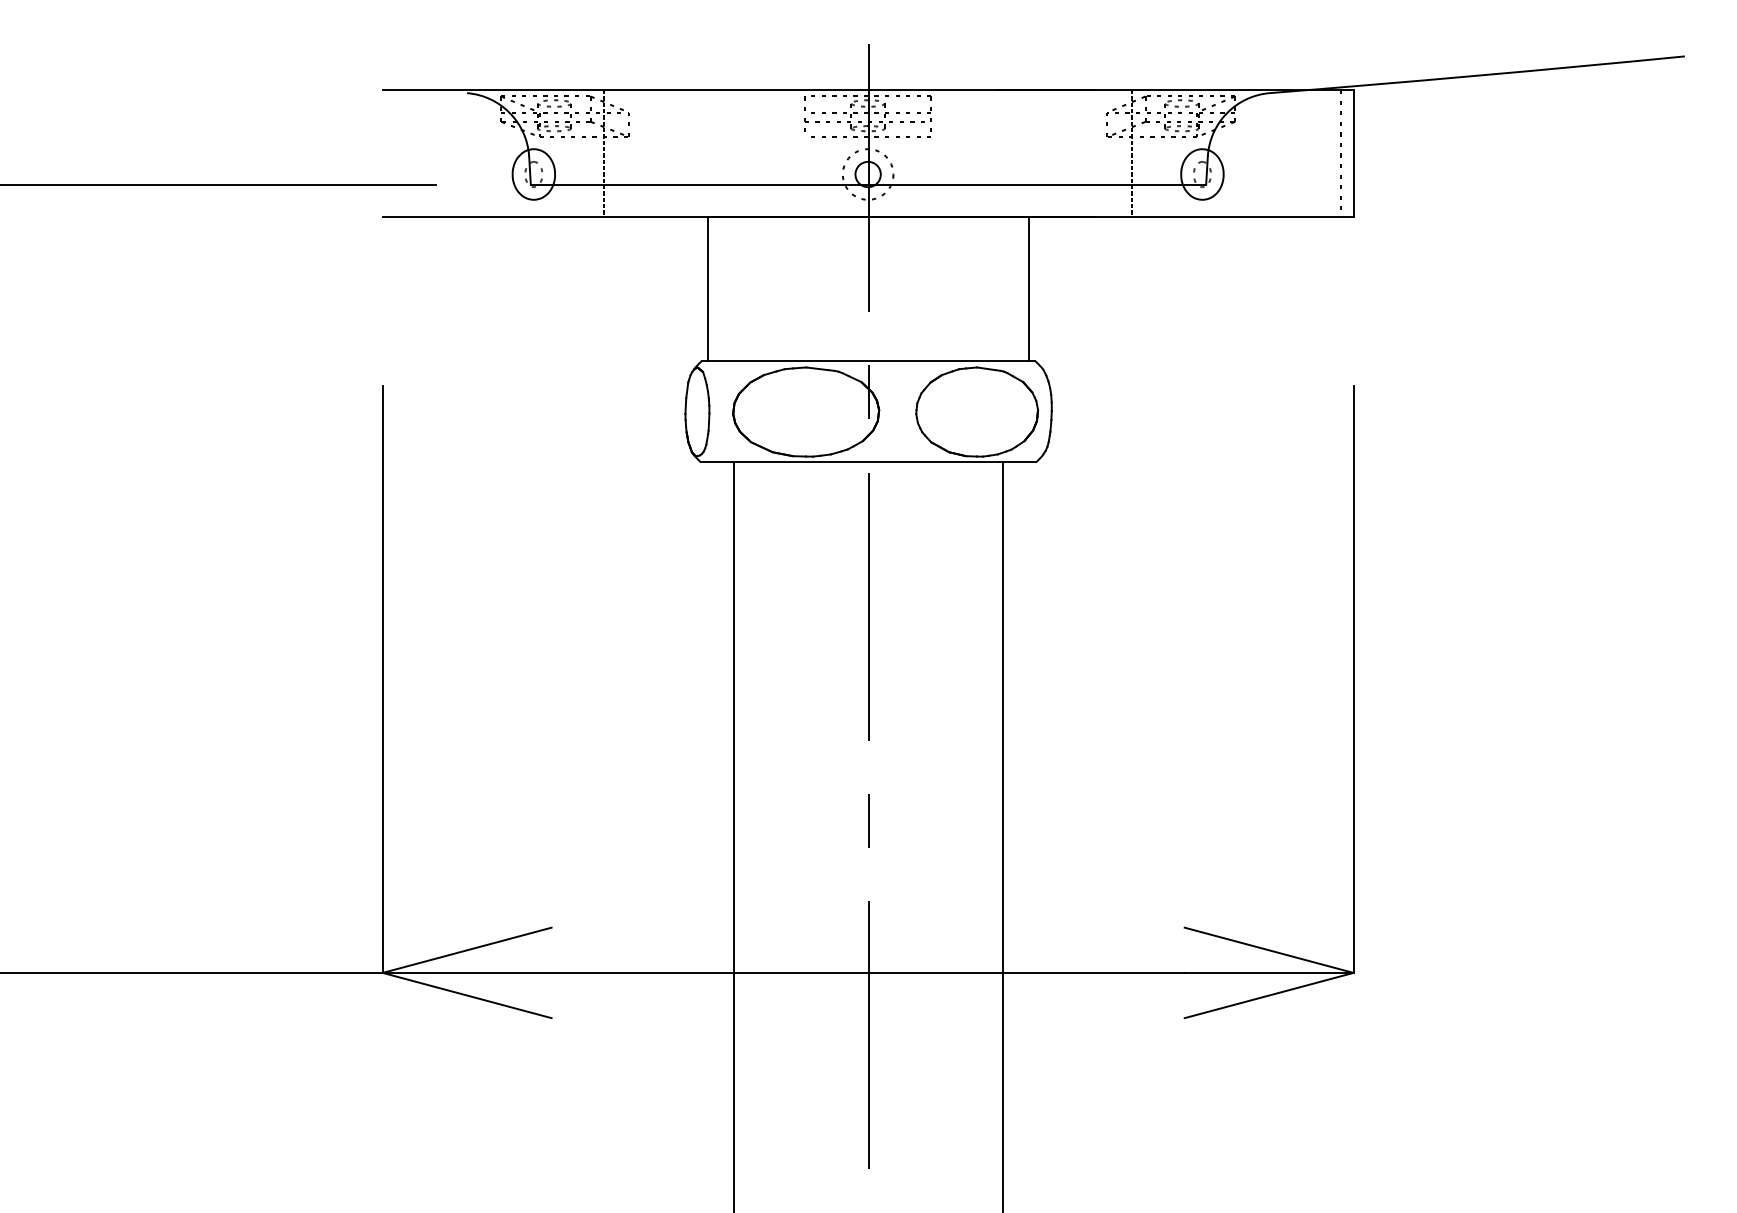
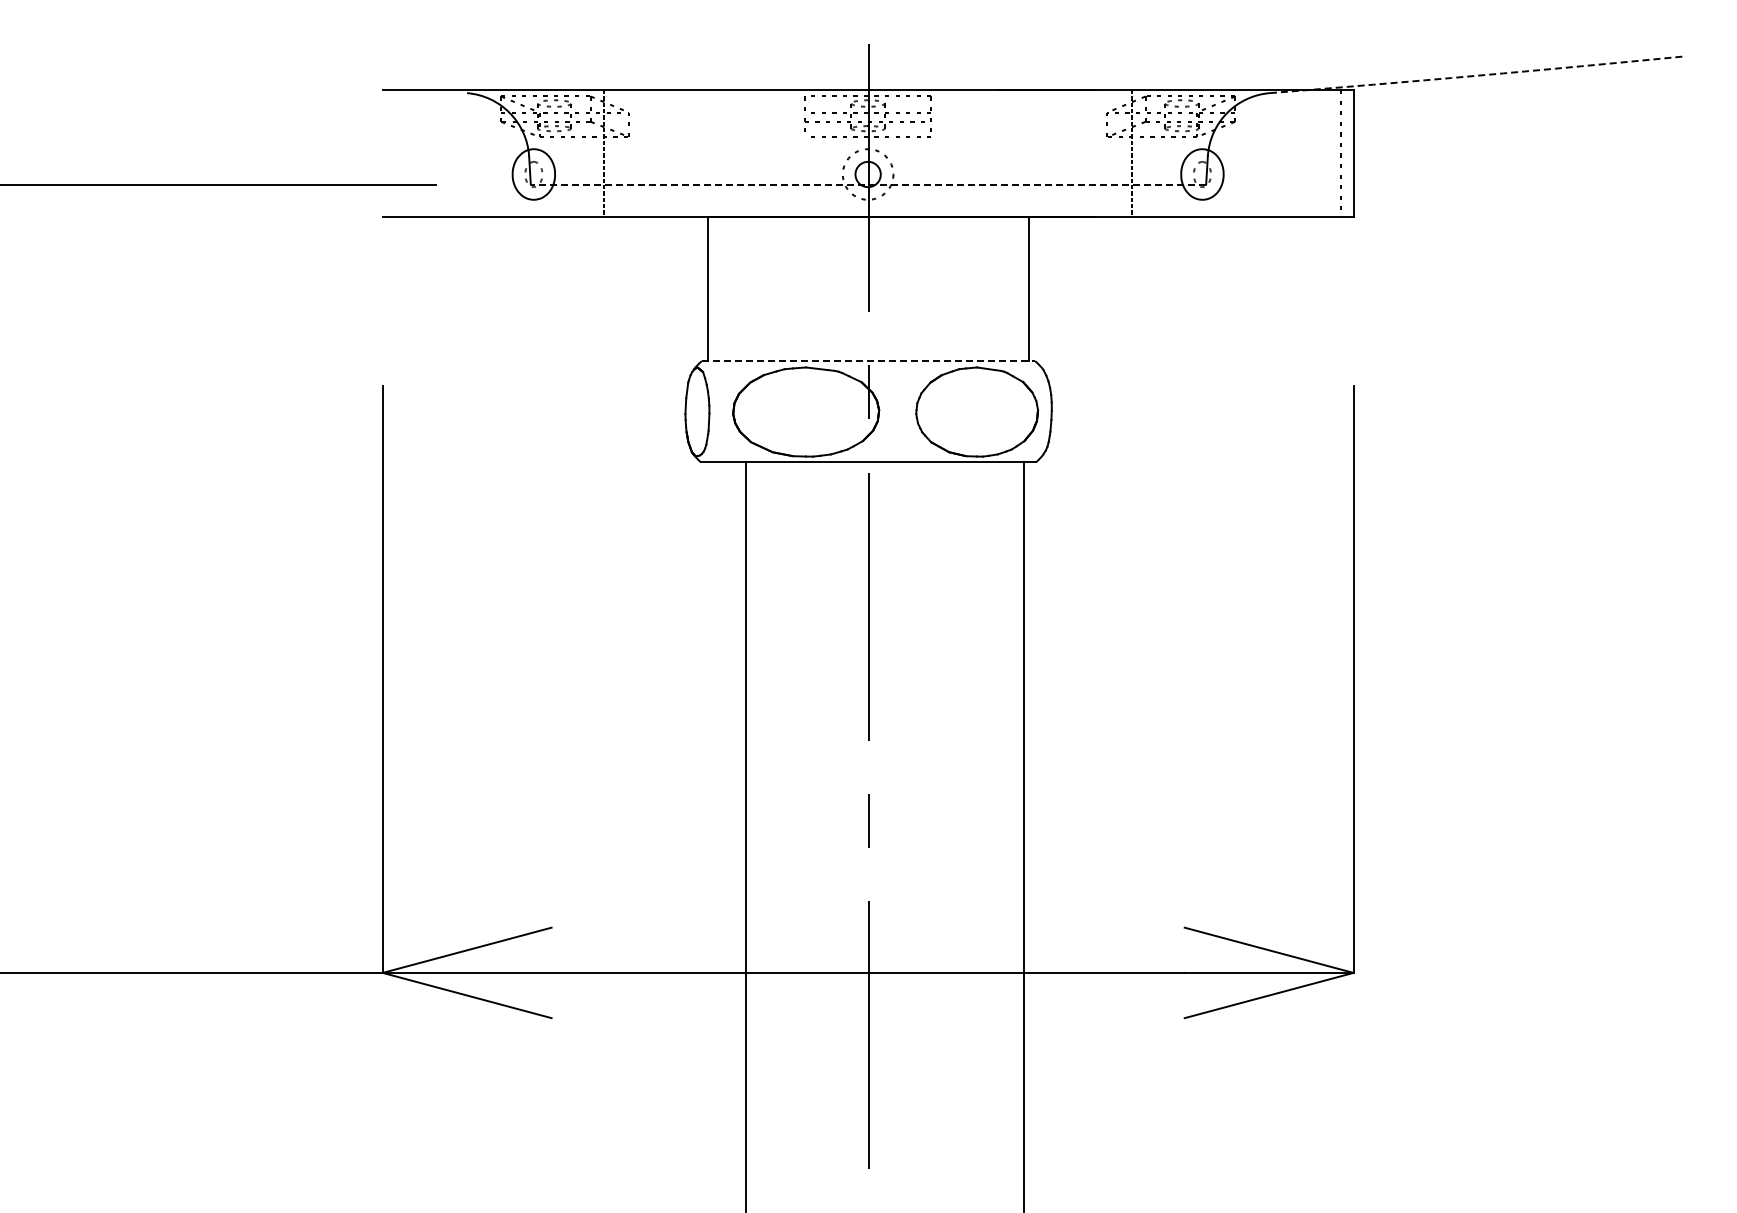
arc at (1477, 75): solid -> dashed
line at (868, 184): solid -> dashed
line at (868, 361): solid -> dashed
line at (734, 835) position: (734, 835) -> (746, 835)
line at (1002, 835) position: (1002, 835) -> (1023, 835)
